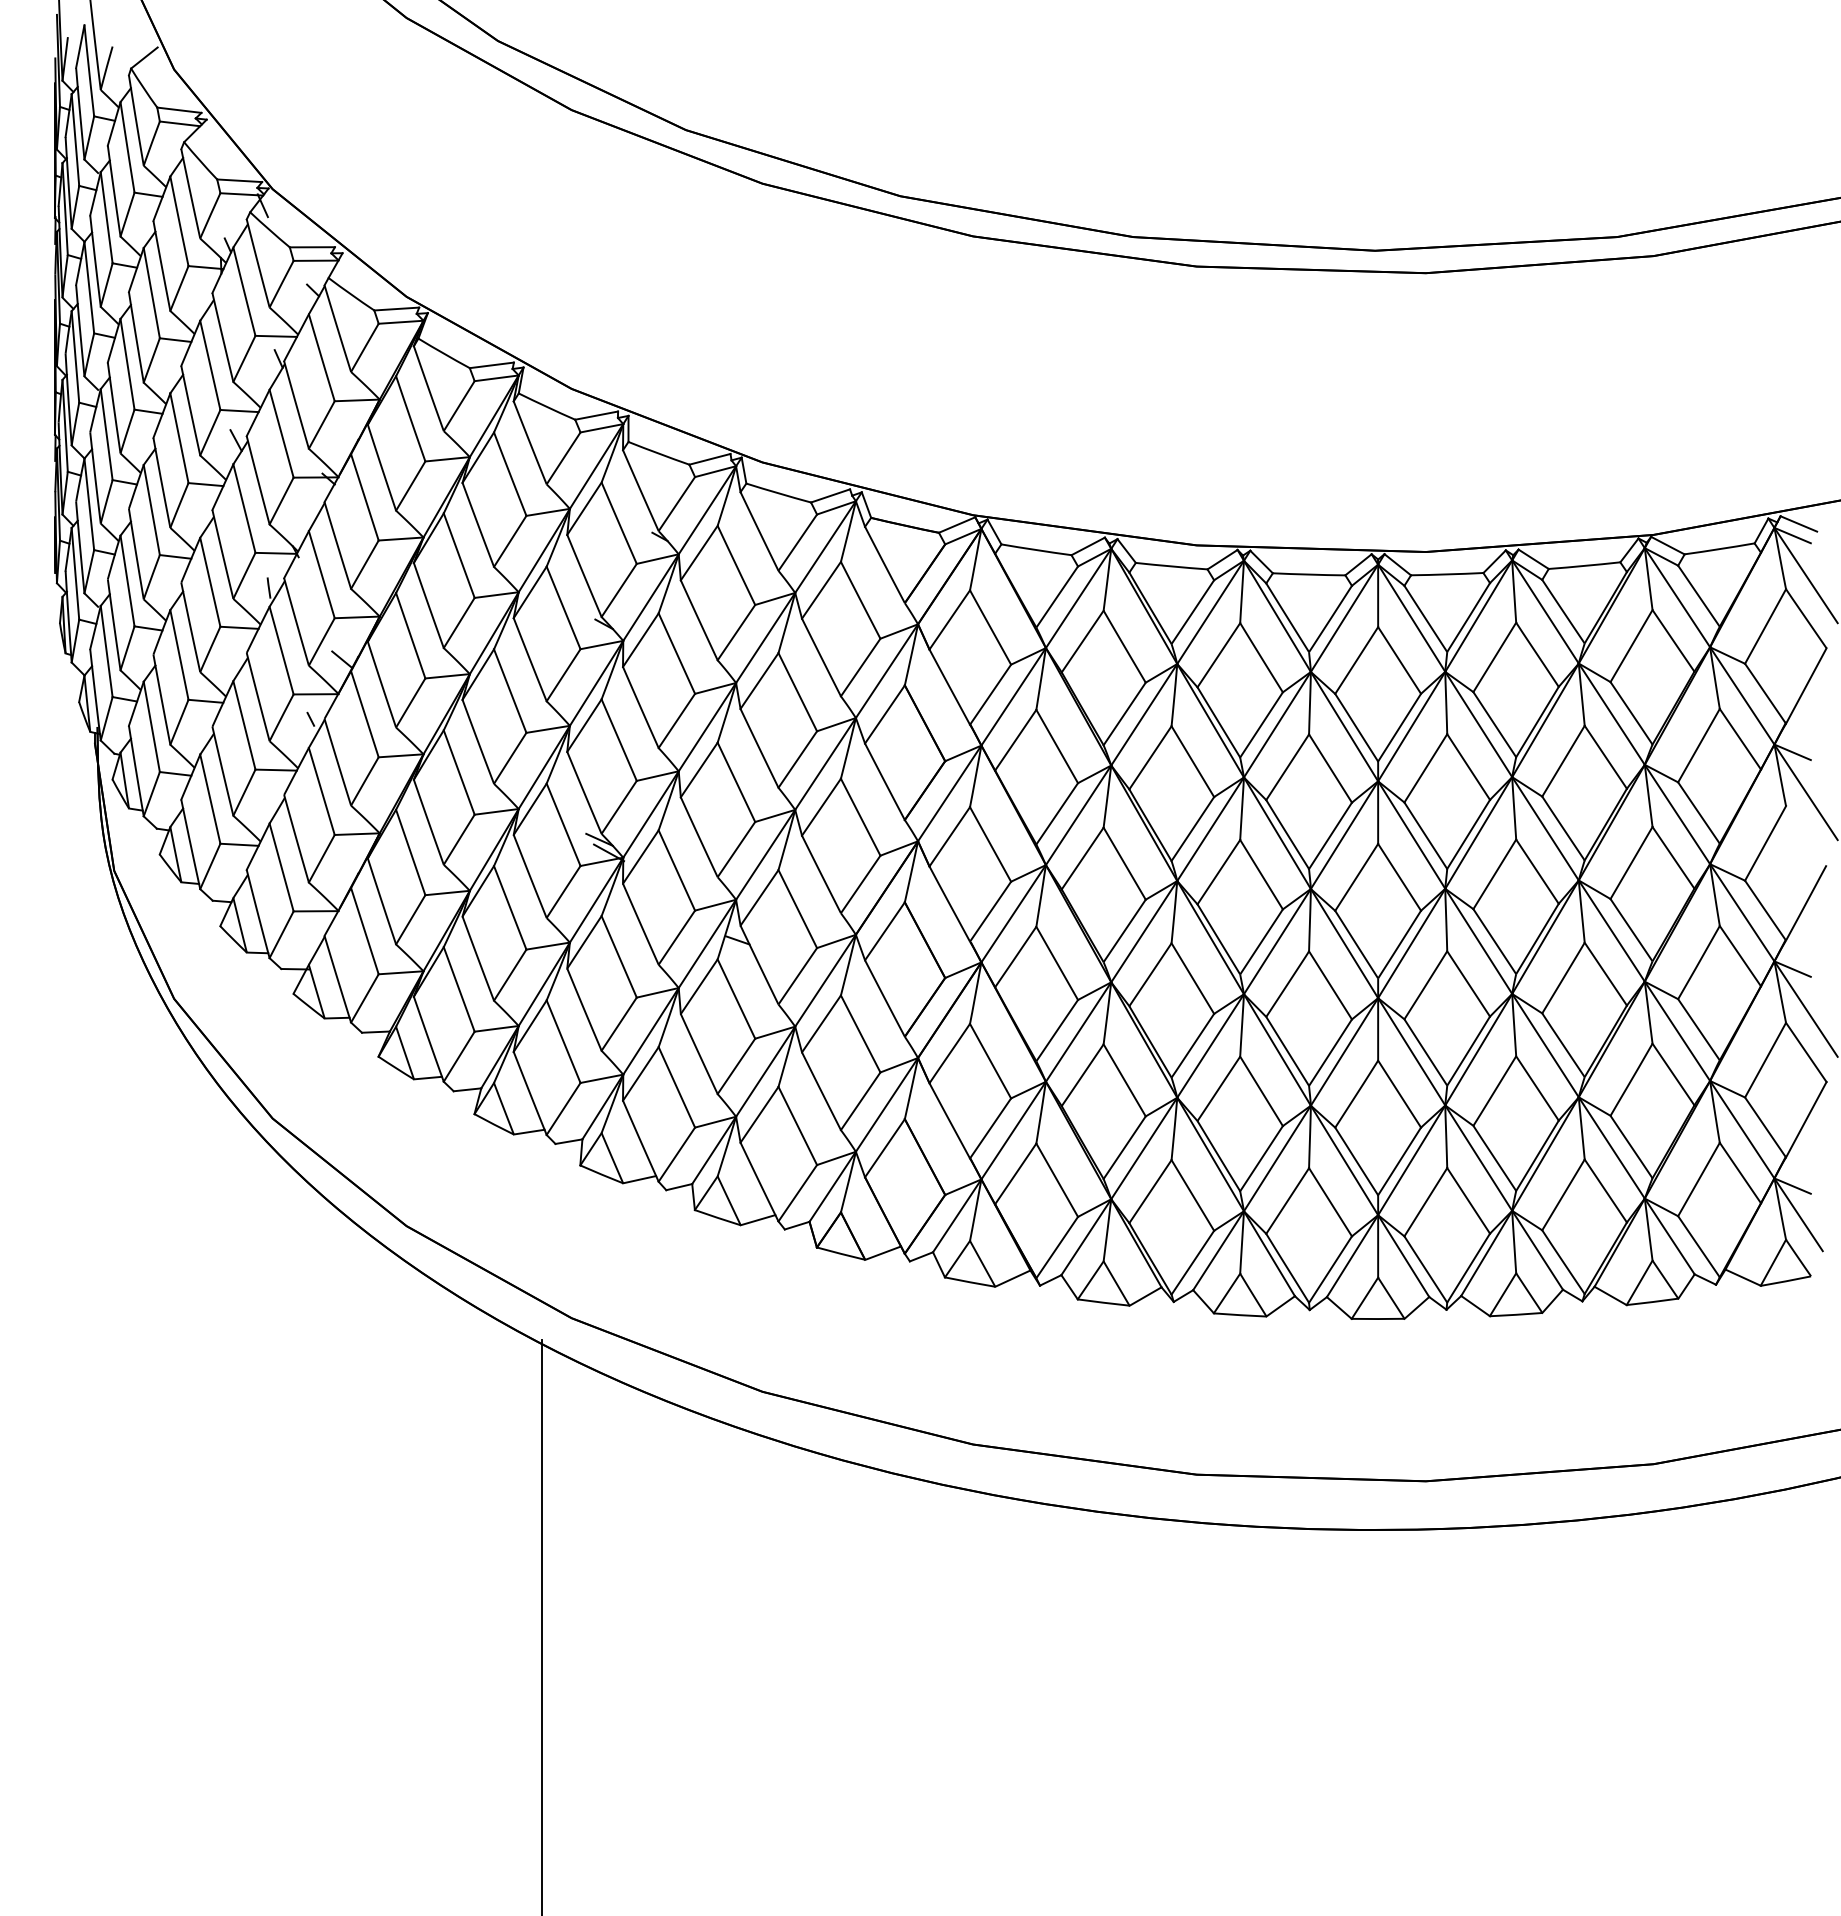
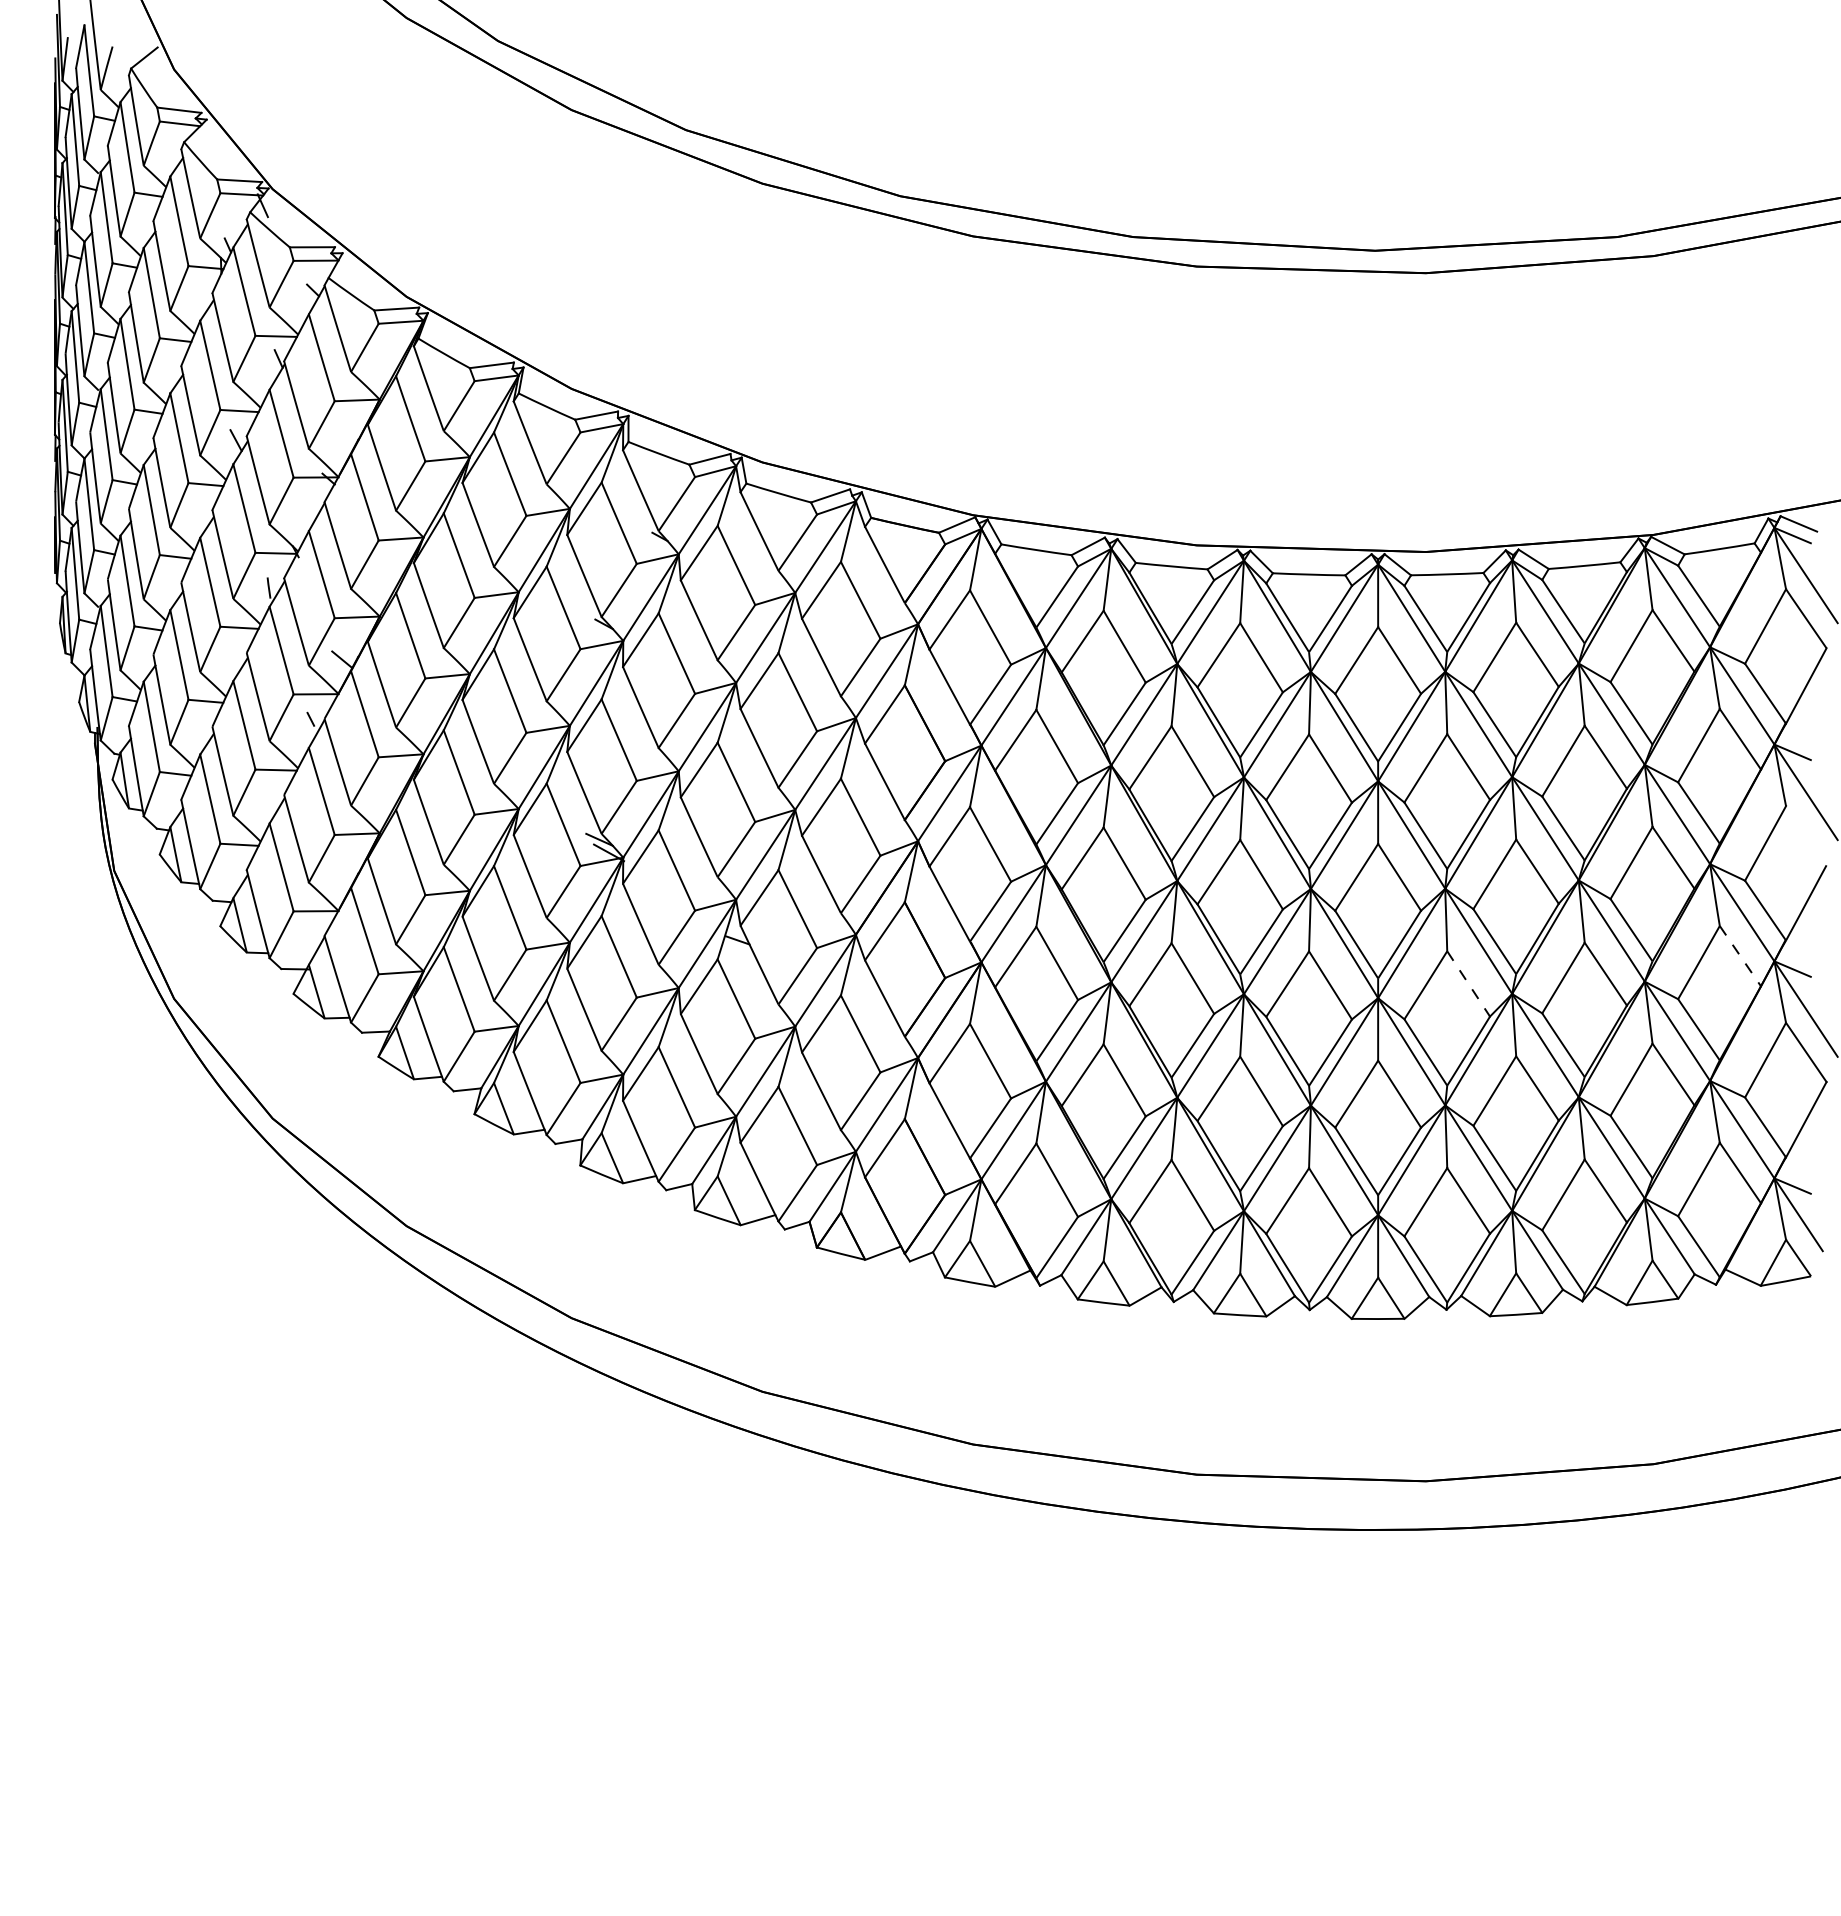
line at (1740, 956): solid -> dashed
line at (1468, 984): solid -> dashed
line at (541, 1626): present -> none
